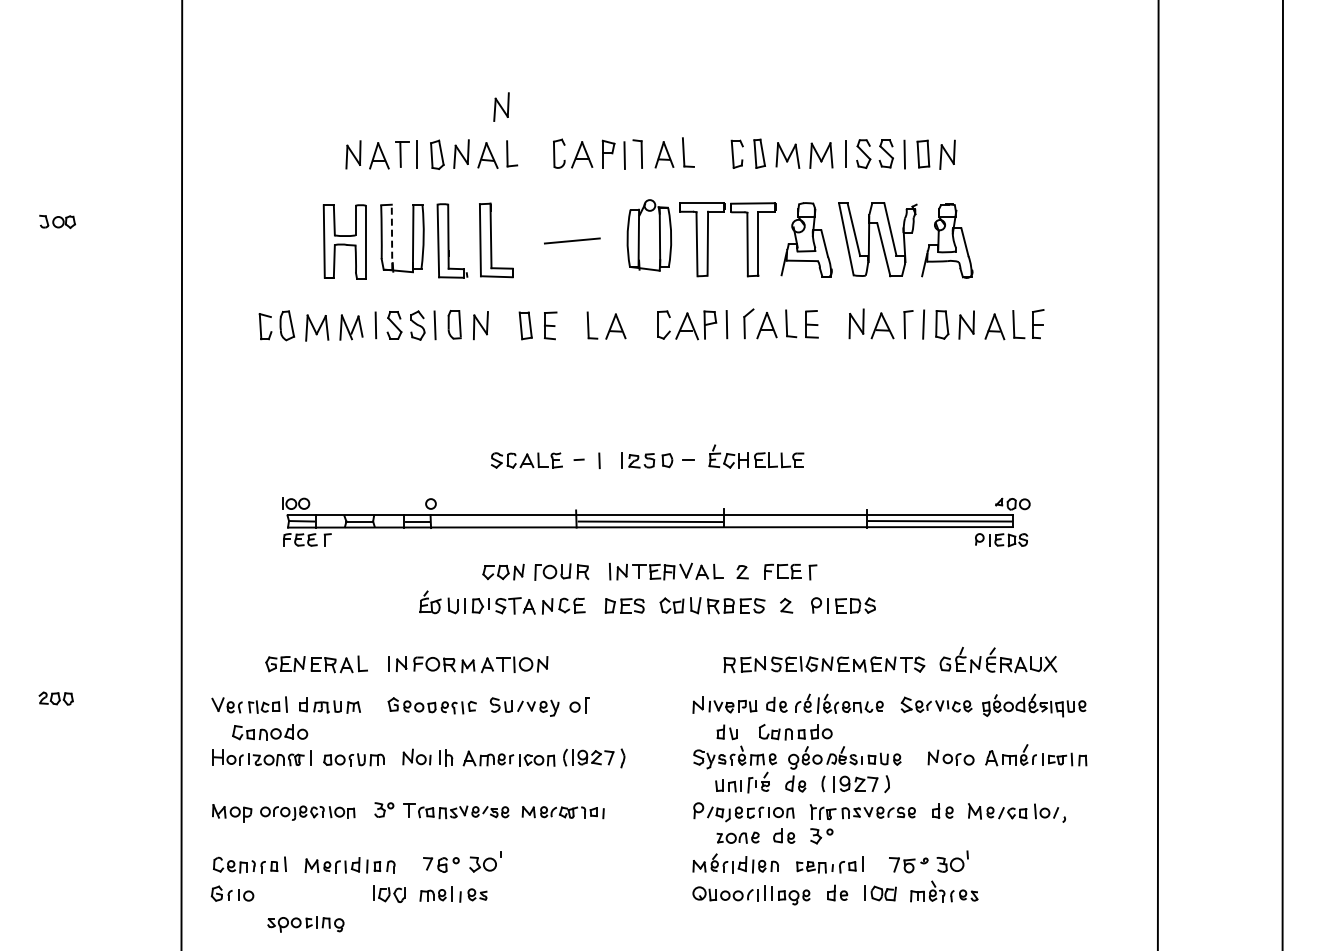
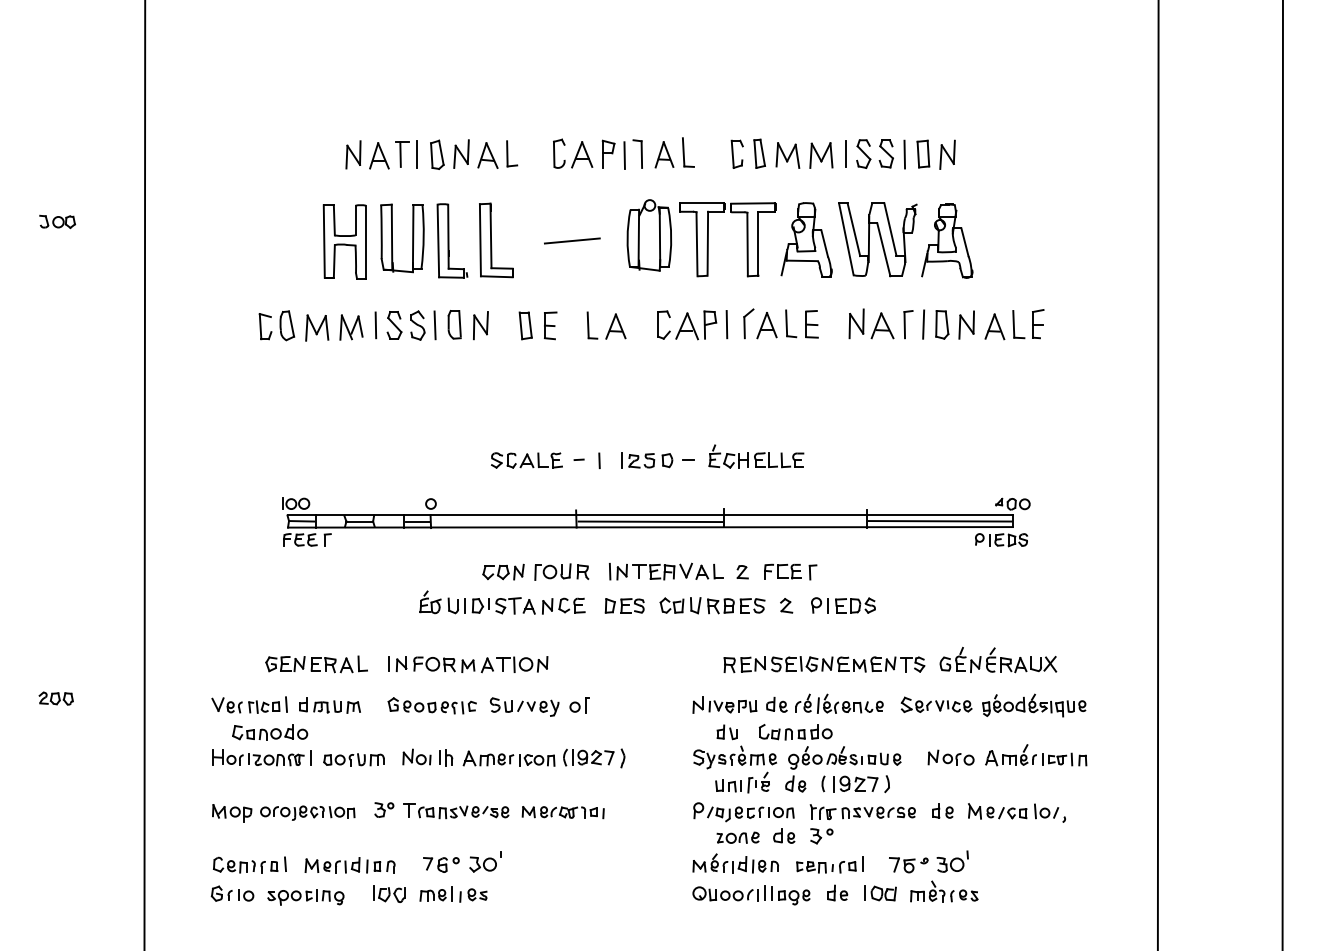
part at (501, 106): present -> none
line at (392, 236): dashed -> solid
line at (181, 474) position: (181, 474) -> (144, 474)
part at (305, 924) position: (305, 924) -> (305, 897)
